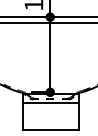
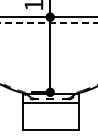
line at (48, 23): solid -> dashed
